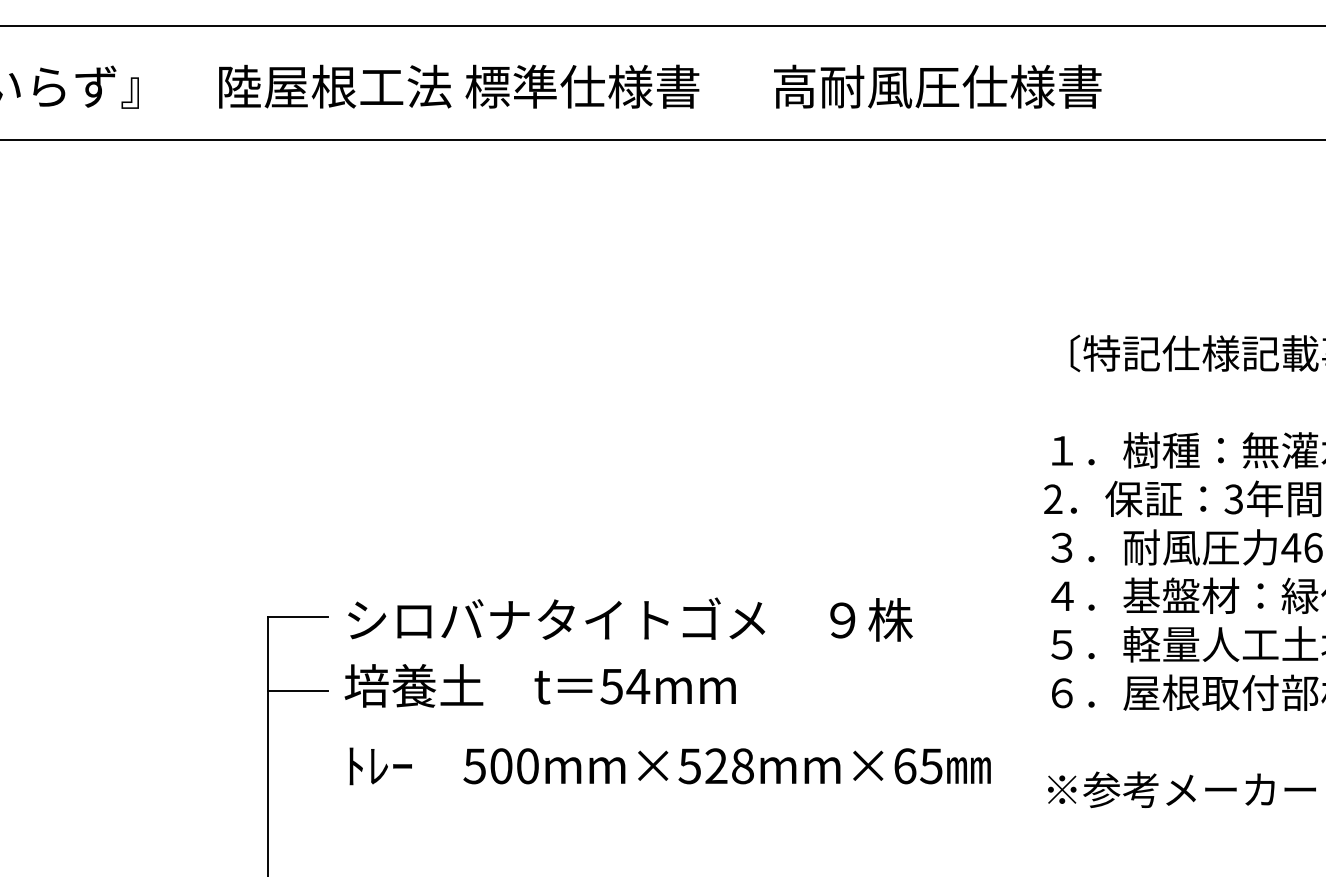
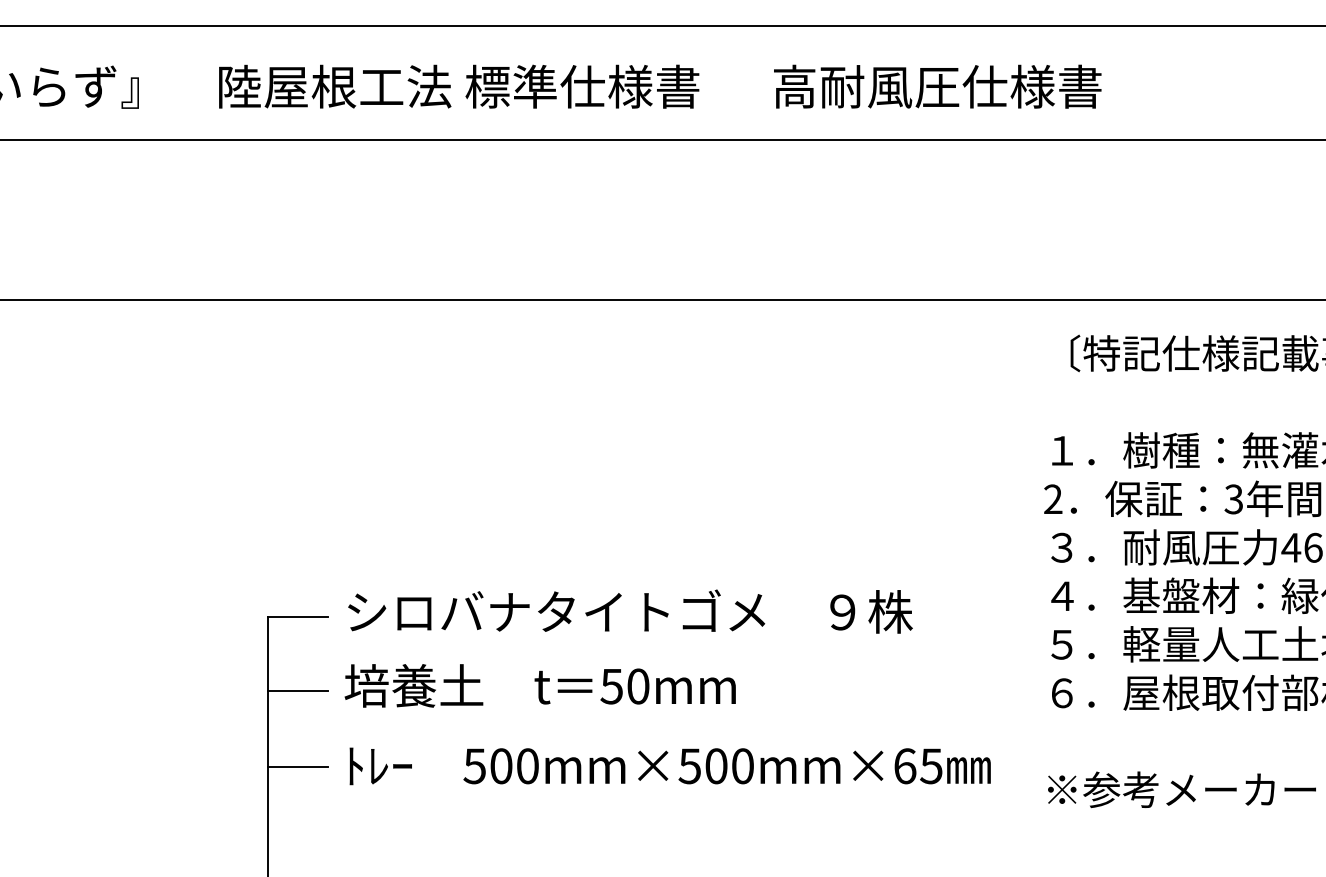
line at (662, 300): none -> present
text at (630, 619) position: (630, 619) -> (630, 611)
text at (638, 686): 54mm -> 50mm
line at (297, 766): none -> present
text at (729, 766): 500mm×528mm×65 -> 500mm×500mm×65
